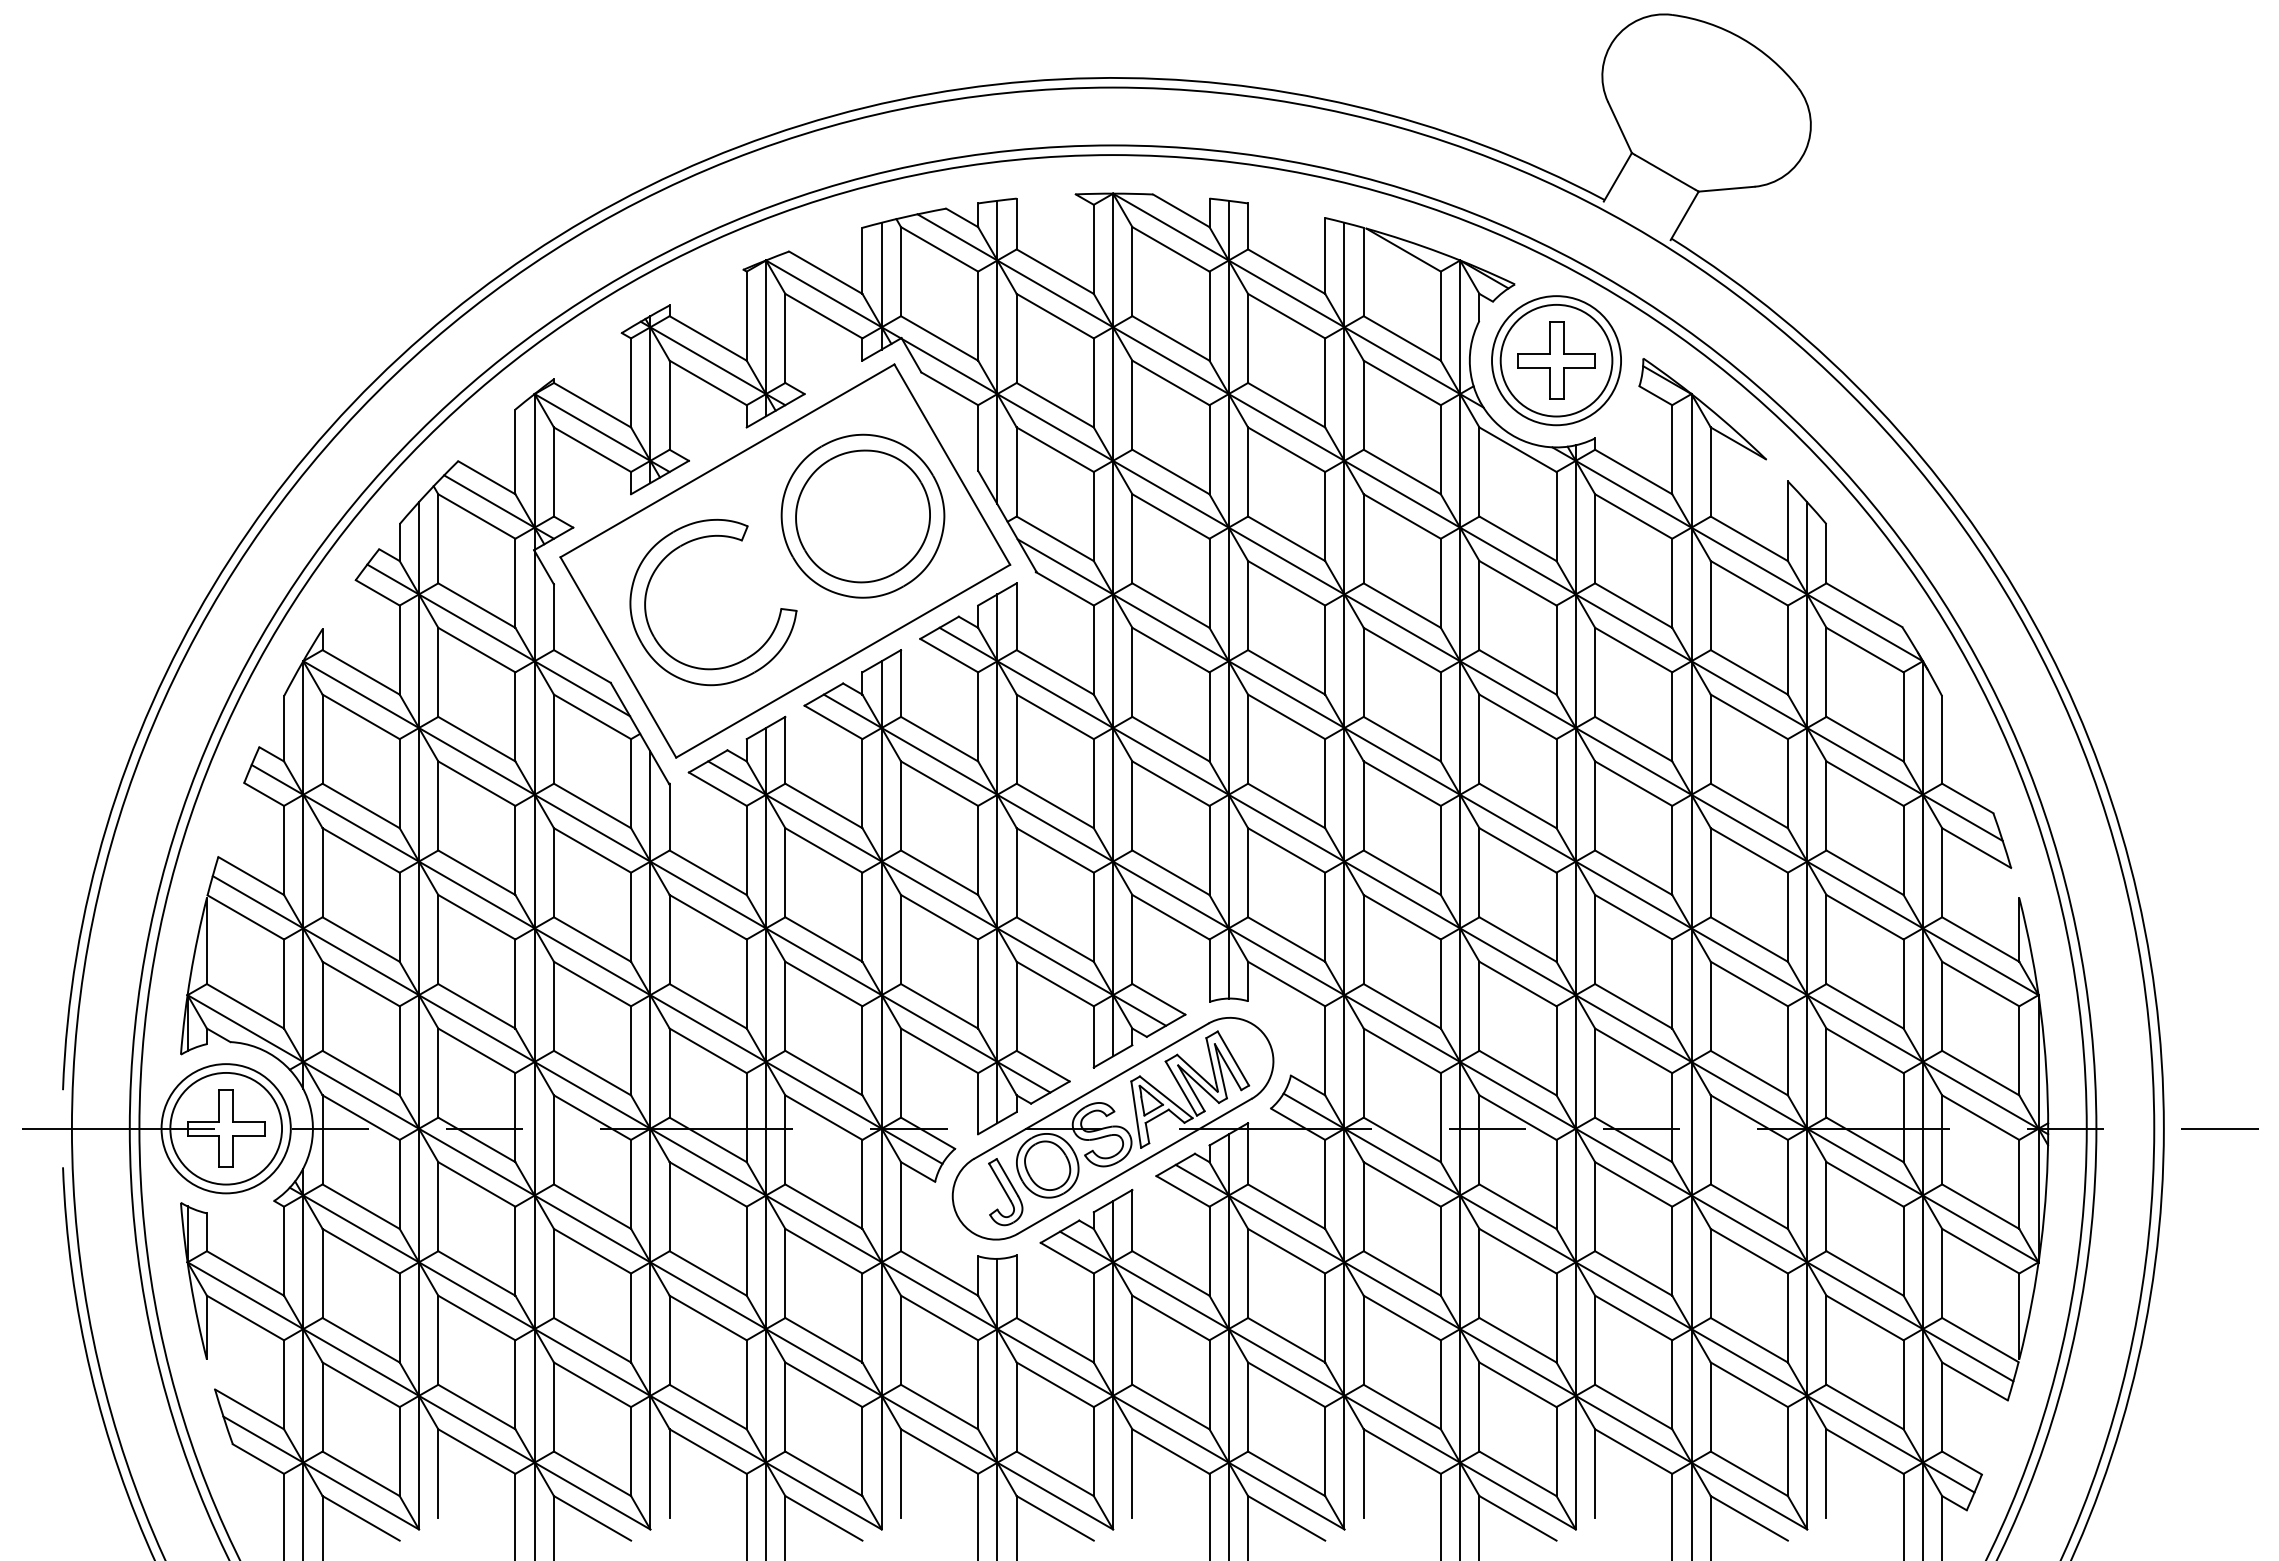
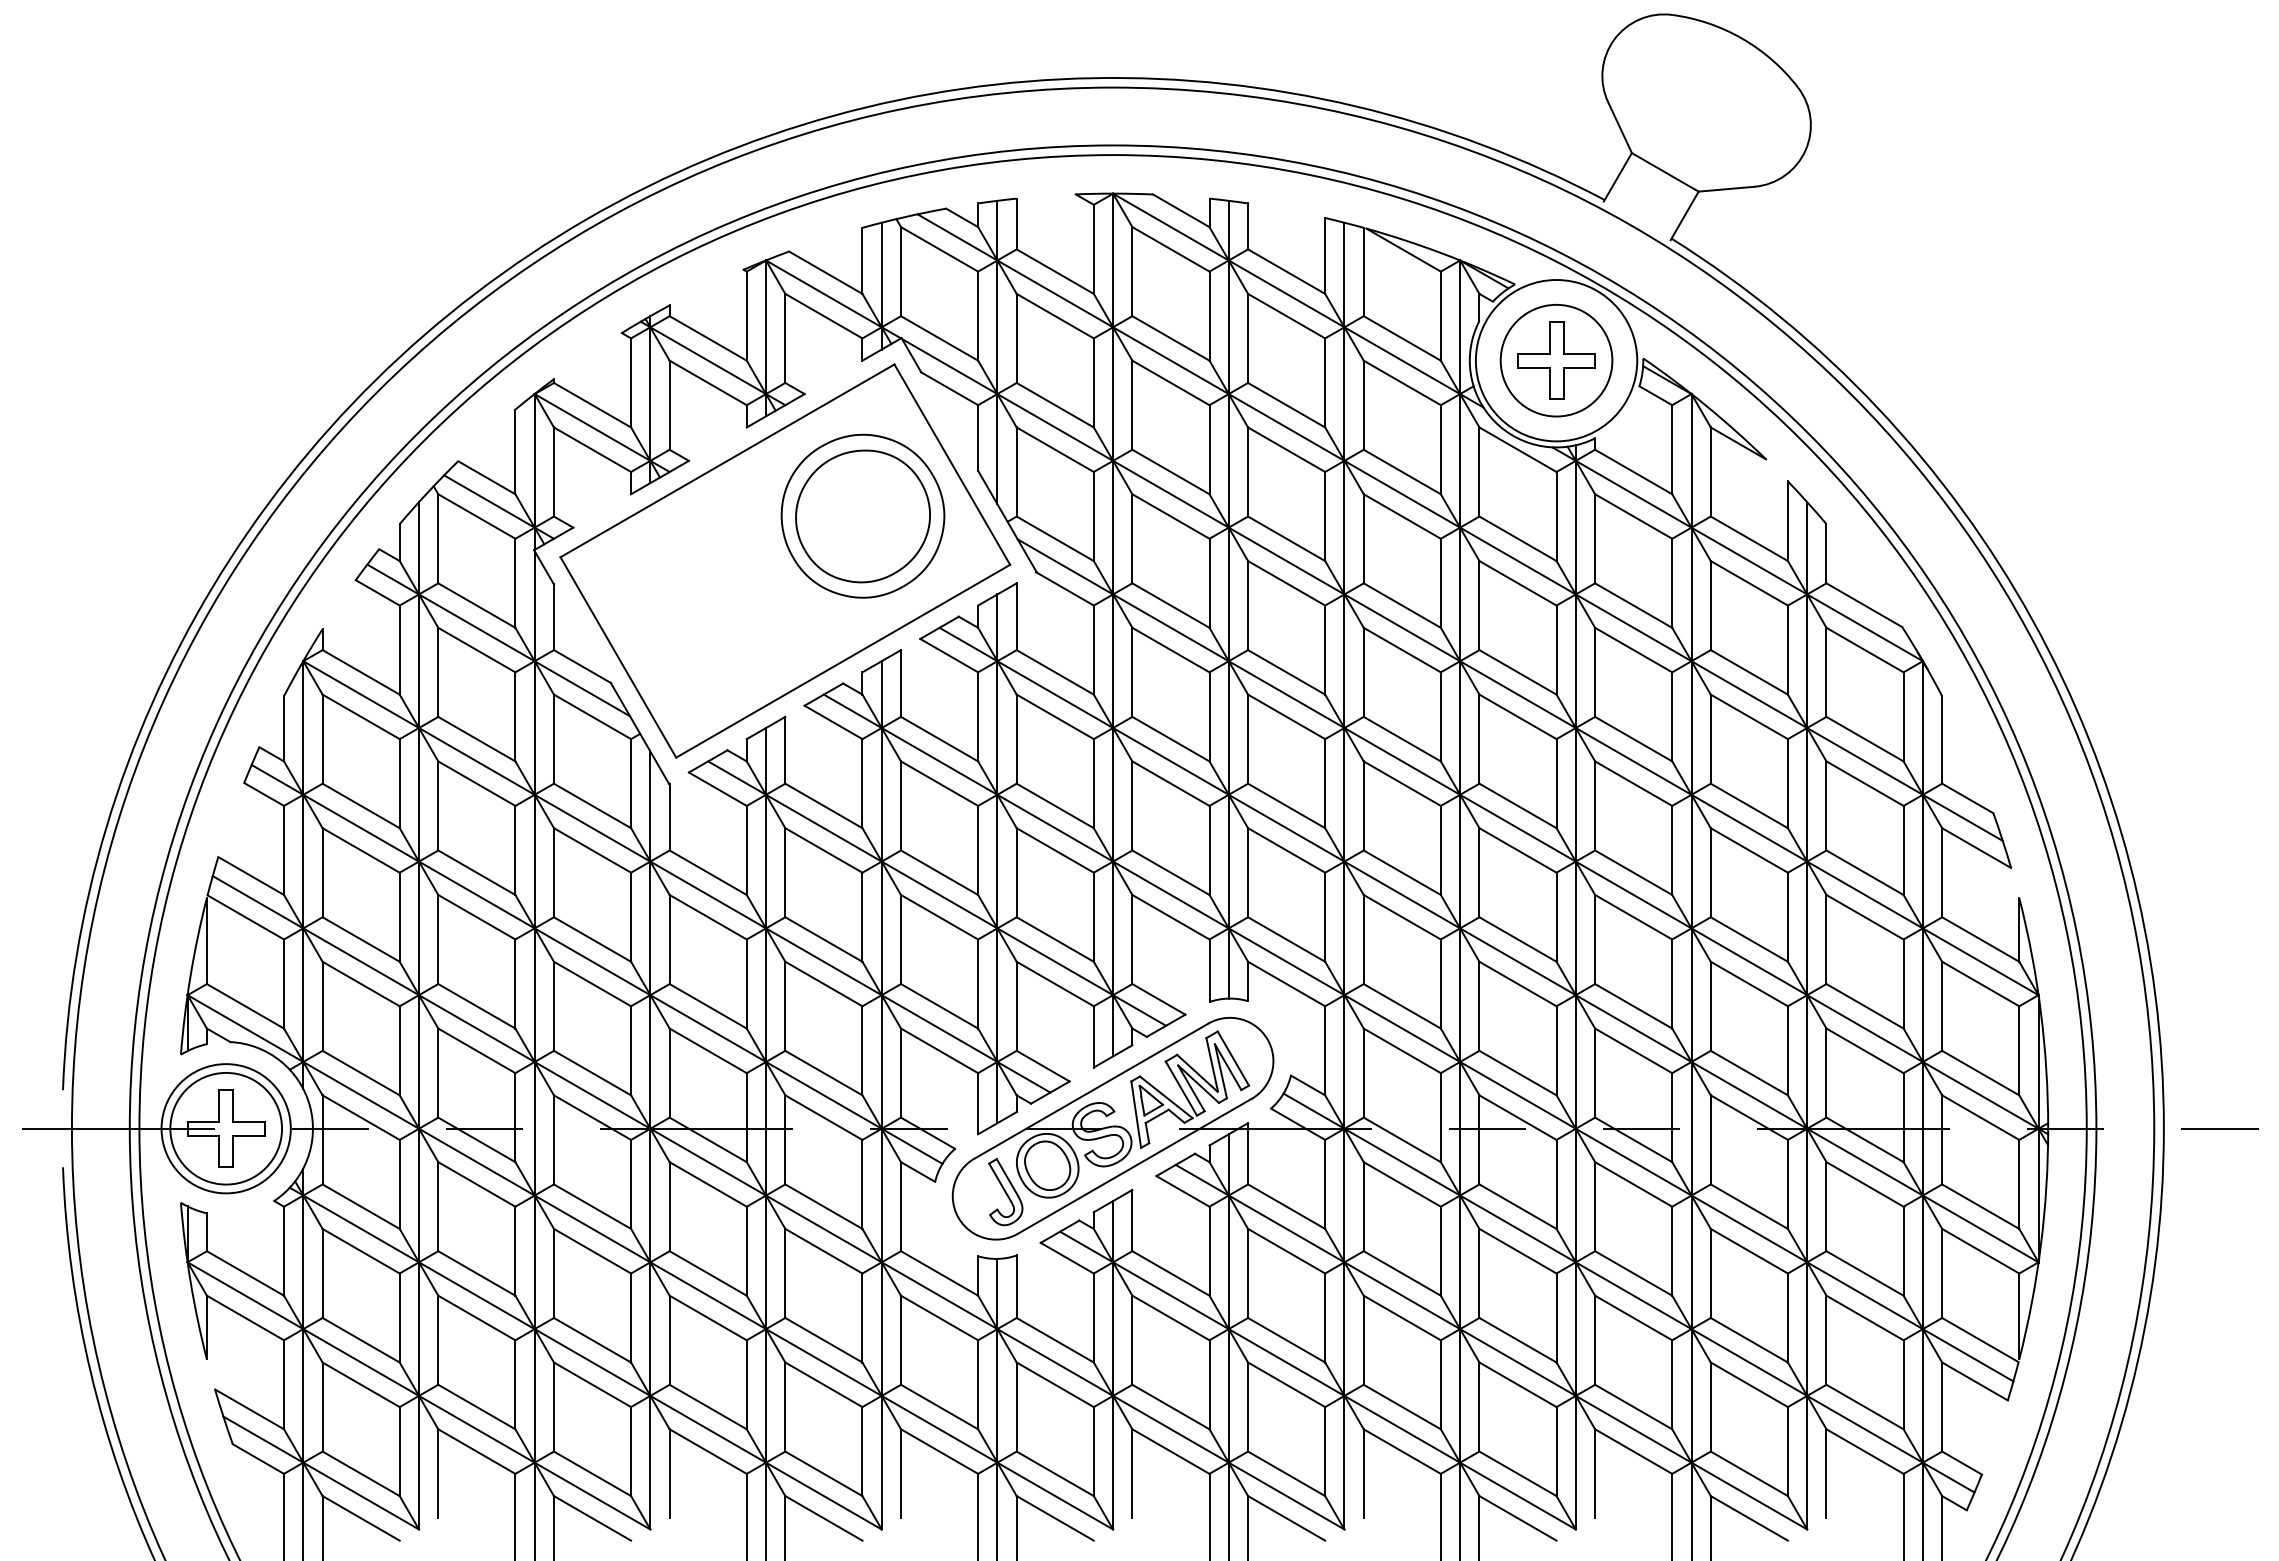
circle at (1556, 360) diameter: 129 px -> 161 px
part at (684, 545): present -> none
